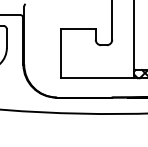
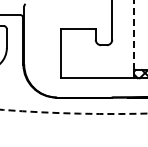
line at (134, 35): solid -> dashed
arc at (74, 113): solid -> dashed
